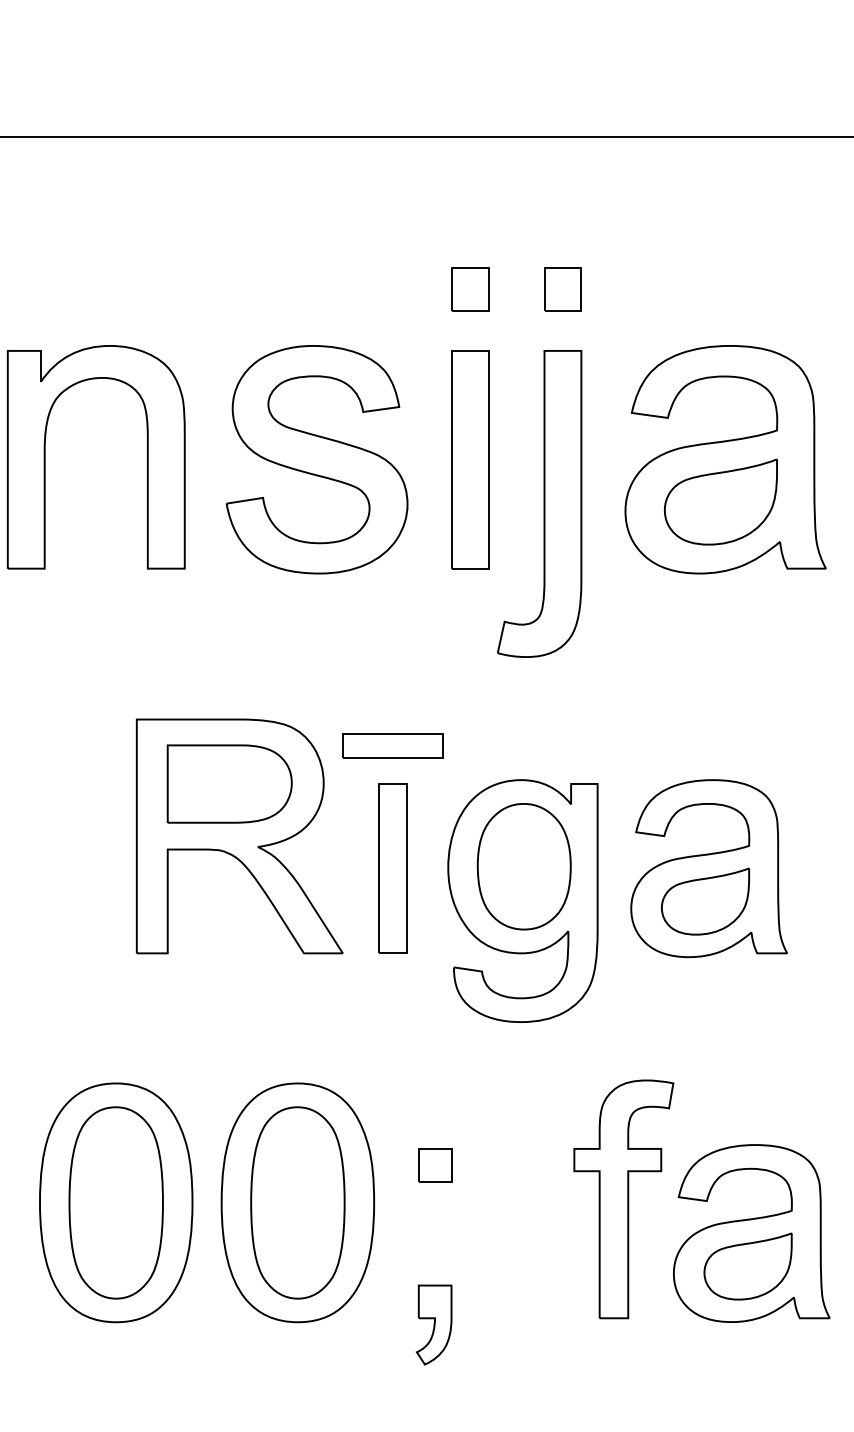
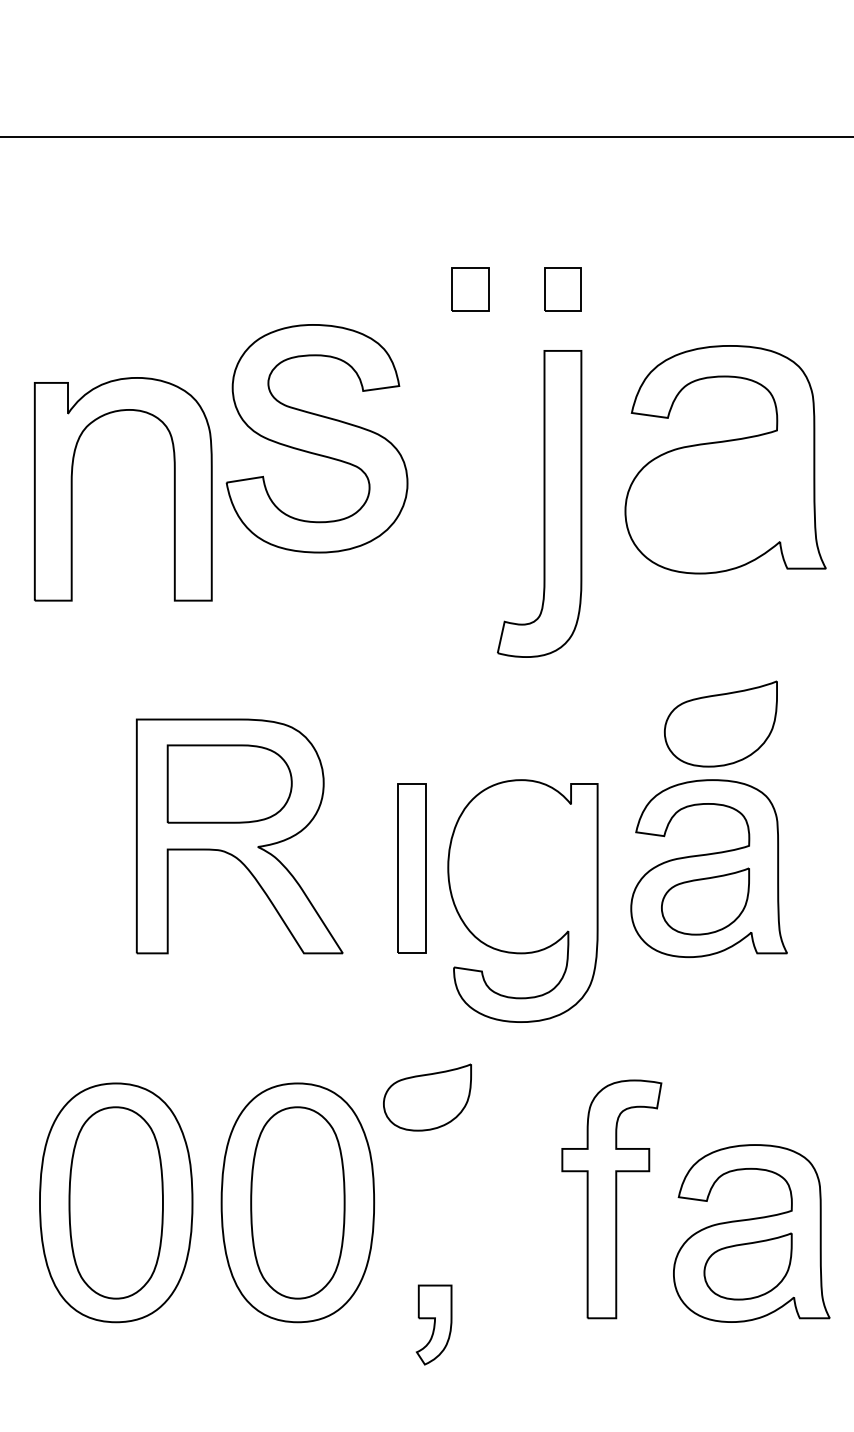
part at (45, 457) position: (45, 457) -> (72, 489)
part at (316, 459) position: (316, 459) -> (316, 438)
part at (470, 459): present -> none
part at (720, 501) position: (720, 501) -> (720, 723)
part at (392, 745): present -> none
part at (523, 866): present -> none
part at (392, 868) position: (392, 868) -> (411, 868)
part at (427, 1097): none -> present
part at (435, 1165): present -> none
part at (623, 1199) position: (623, 1199) -> (611, 1199)
